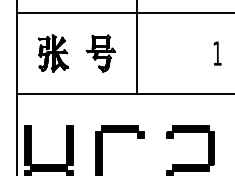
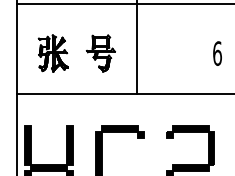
line at (123, 13) position: (123, 13) -> (123, 4)
text at (217, 53): 1 -> 6
